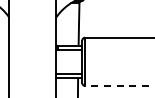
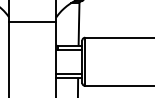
line at (32, 21): none -> present
line at (119, 85): dashed -> solid
